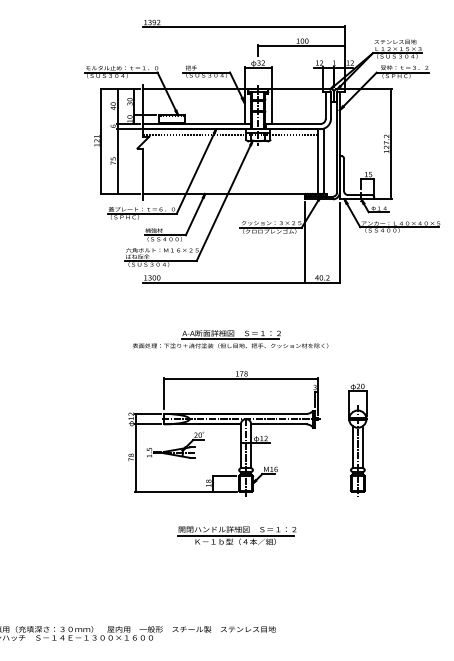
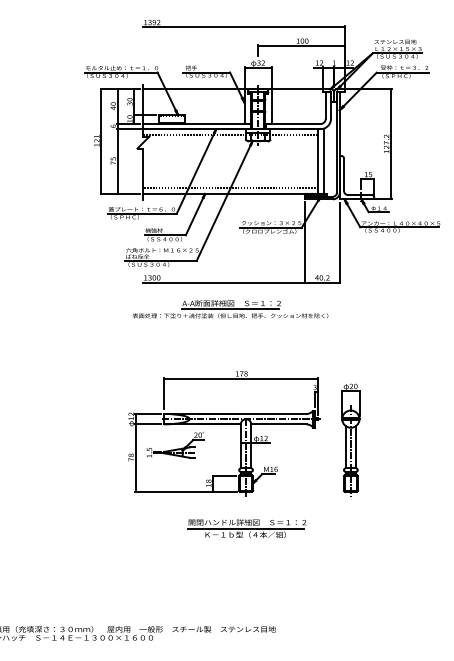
line at (230, 187): none -> present
part at (230, 339) position: (230, 339) -> (230, 309)
part at (357, 439) position: (357, 439) -> (350, 439)
part at (236, 535) position: (236, 535) -> (246, 528)
